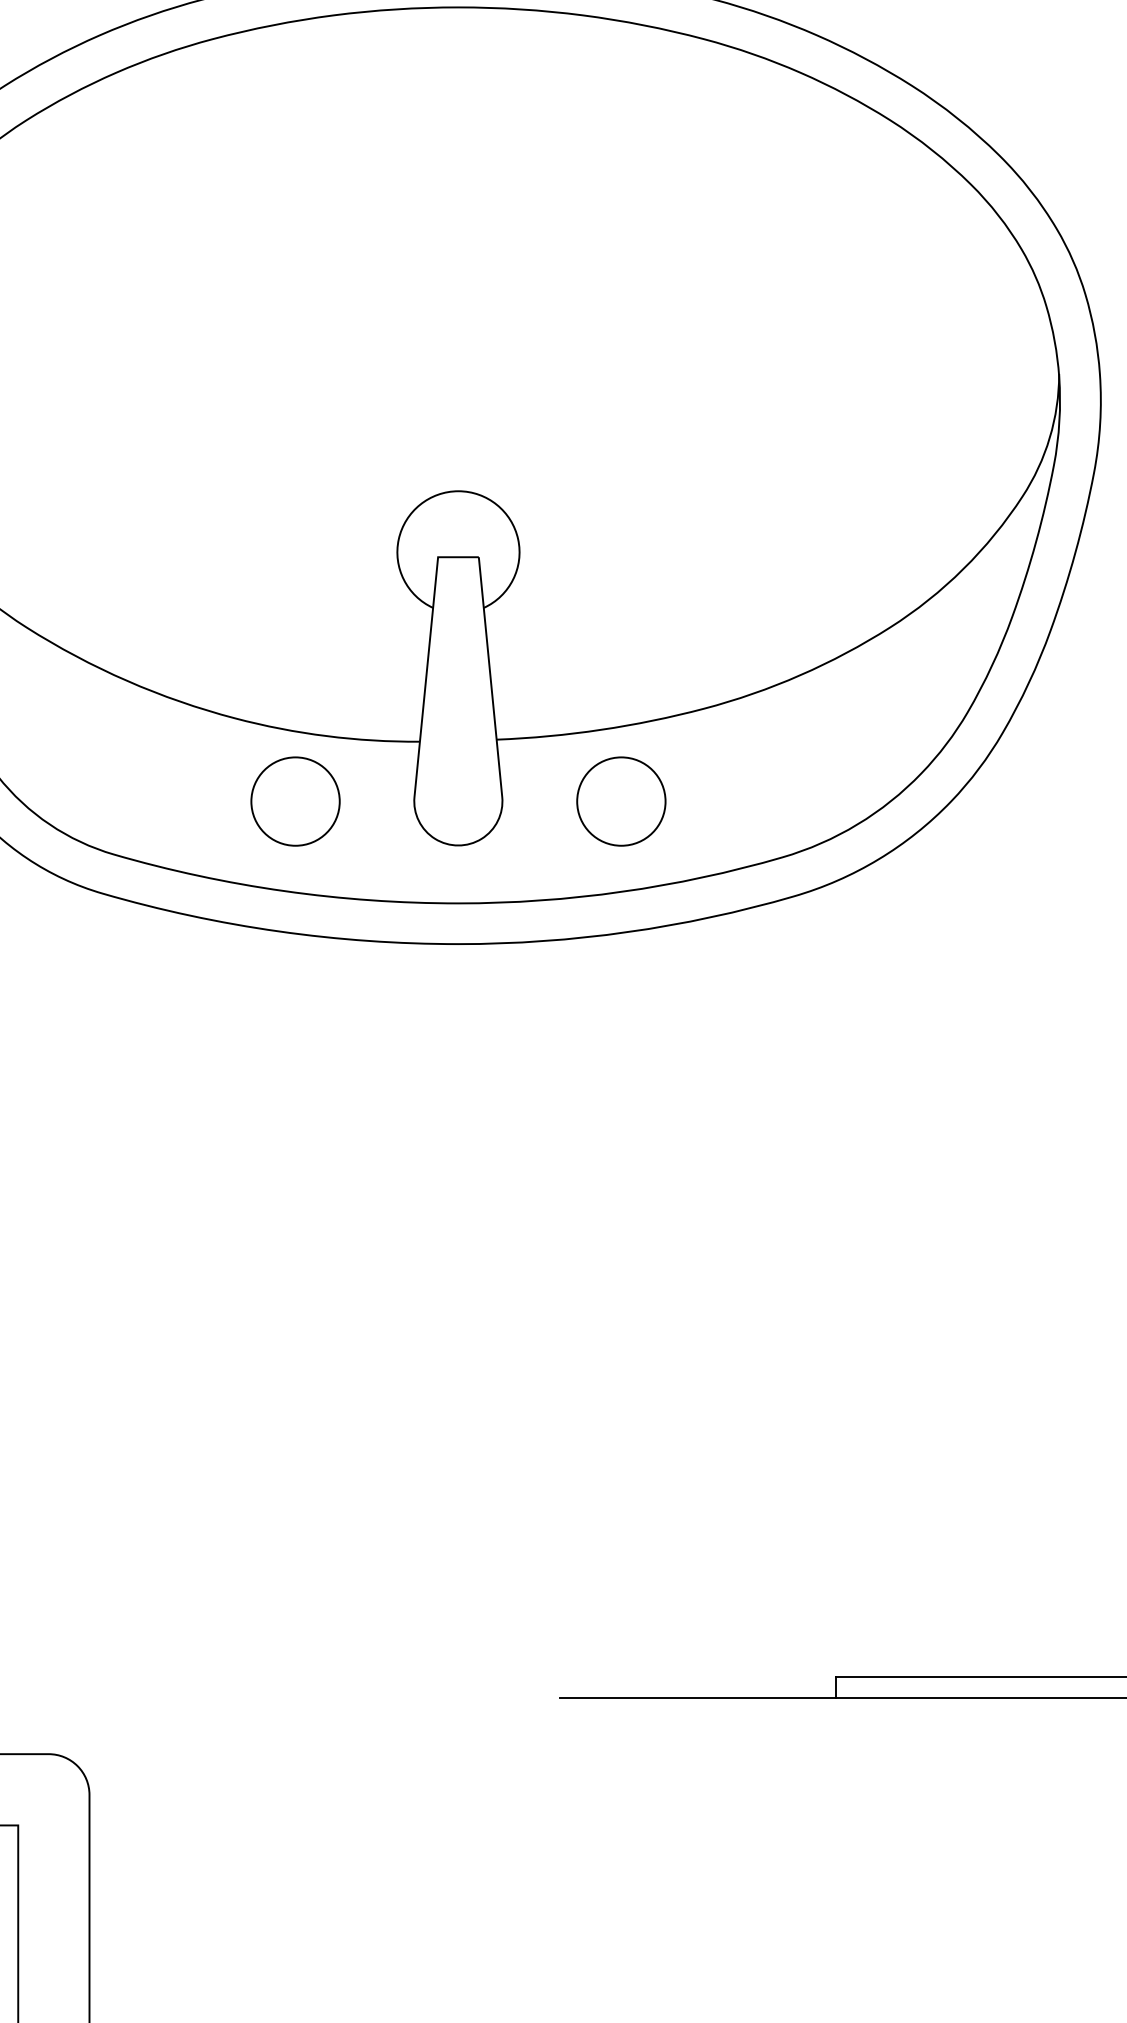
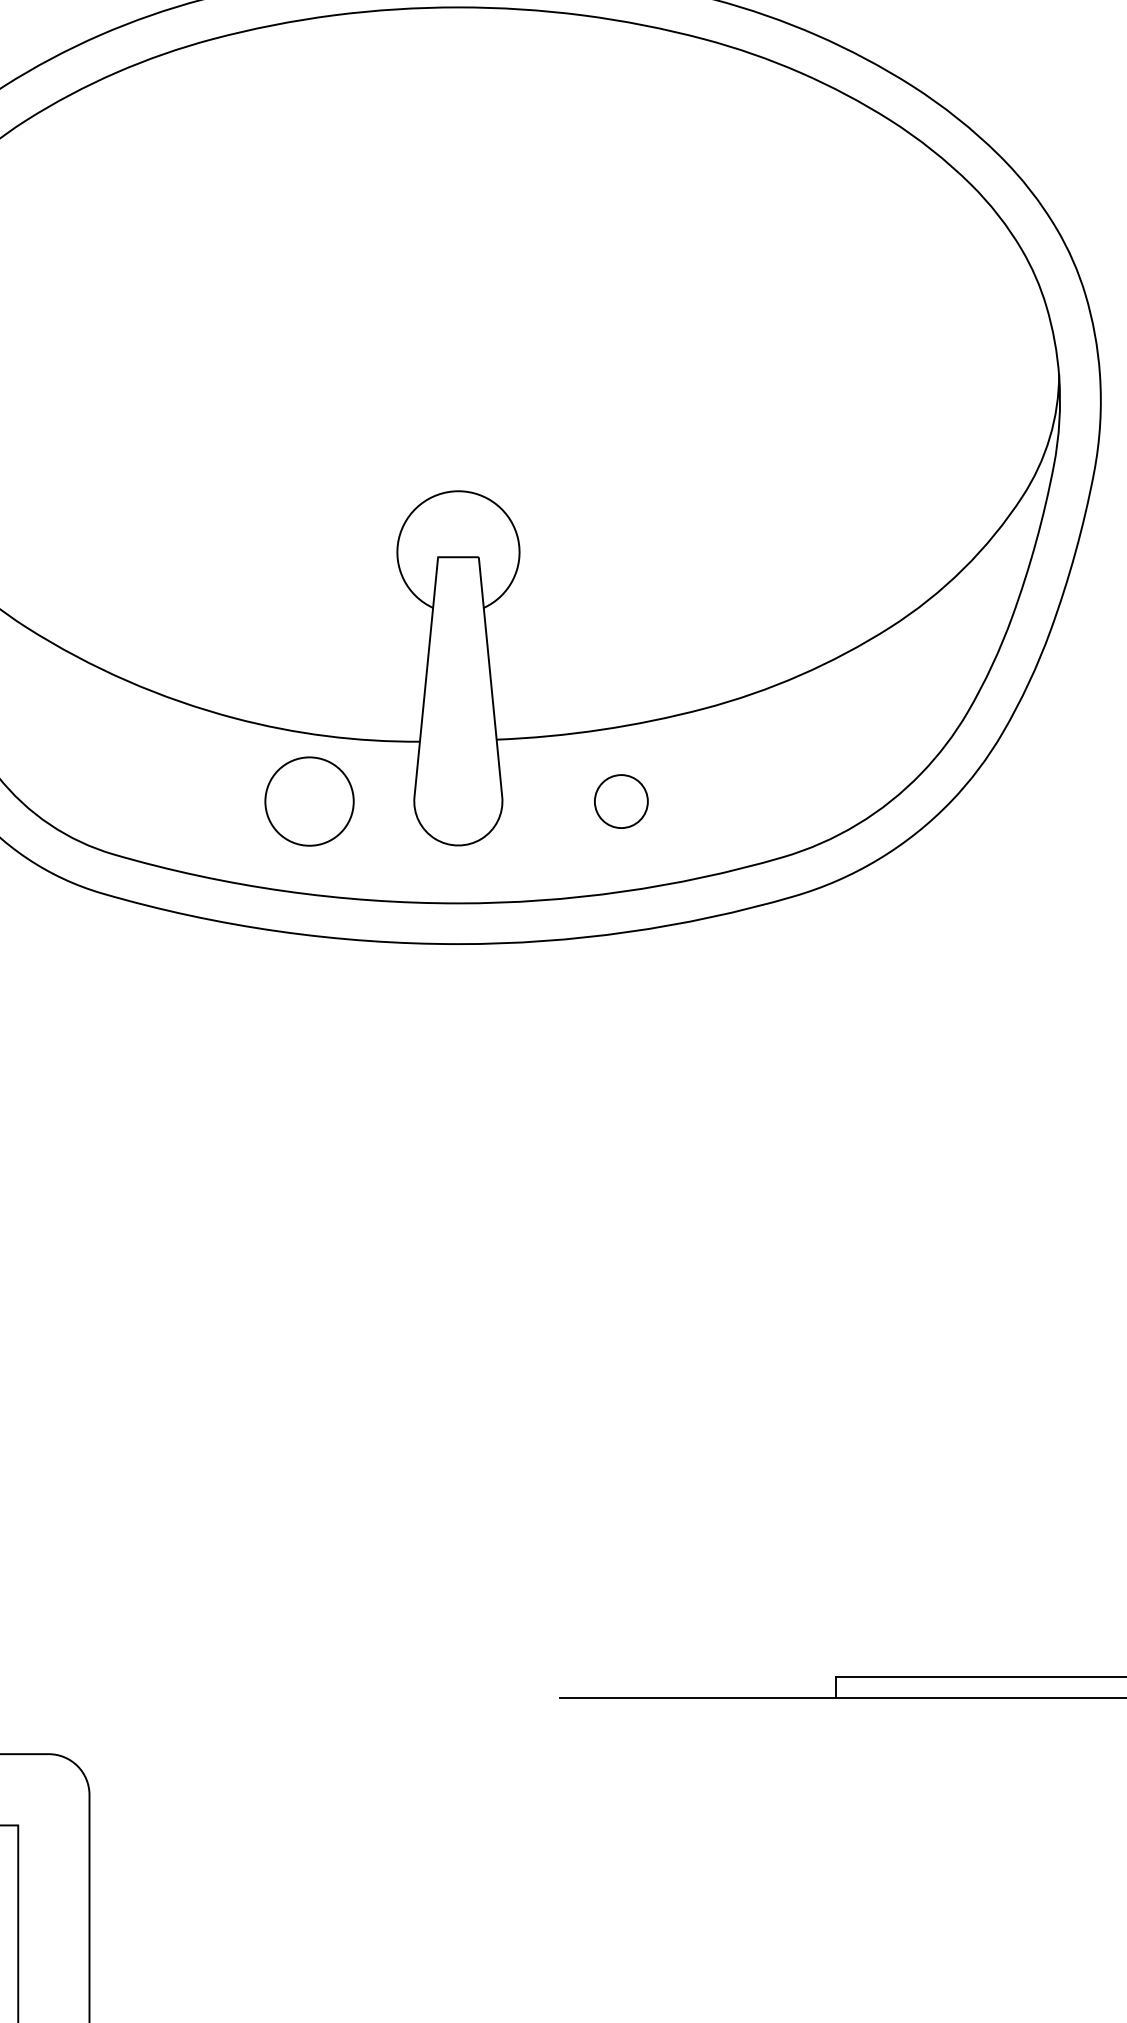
circle at (295, 801) position: (295, 801) -> (309, 801)
circle at (621, 801) diameter: 88 px -> 53 px
